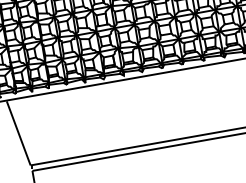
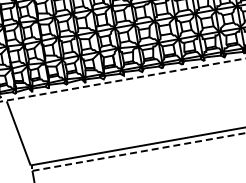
line at (123, 80): solid -> dashed
line at (138, 152): solid -> dashed
